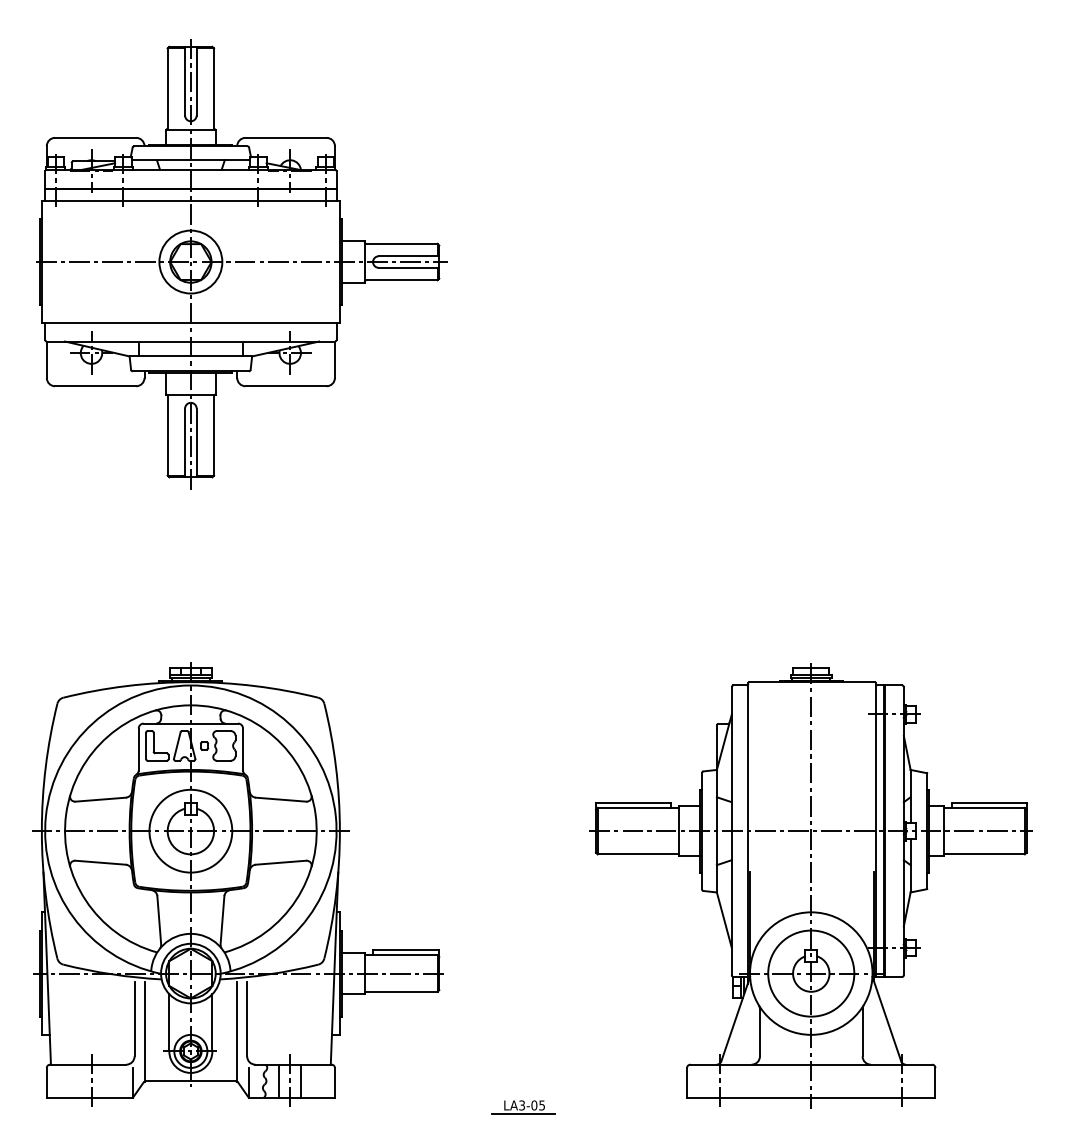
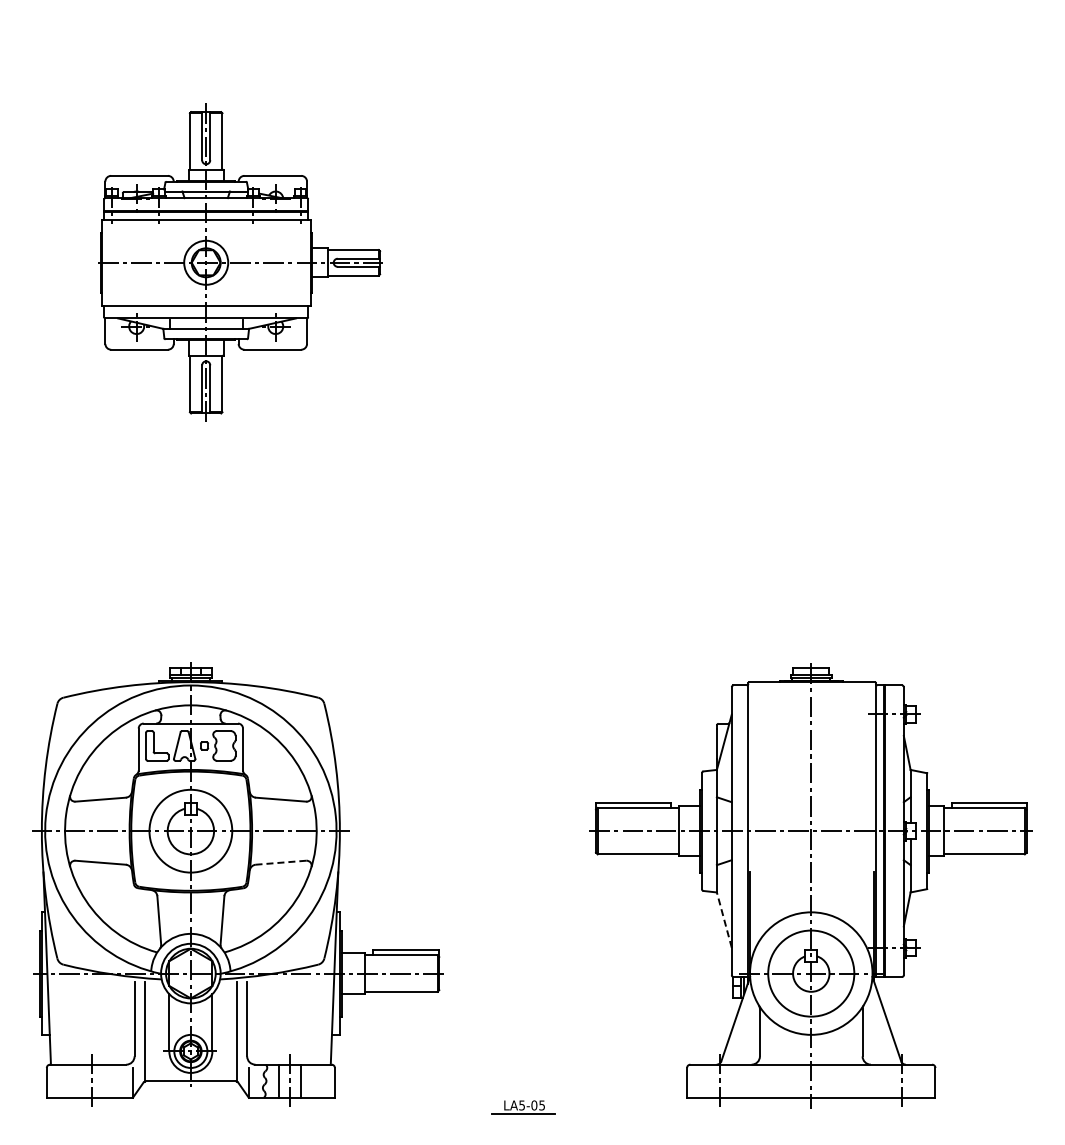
part at (241, 264) size: 412x451 px -> 285x319 px
line at (280, 862): solid -> dashed
line at (724, 920): solid -> dashed
text at (521, 1104): LA3-05 -> LA5-05
